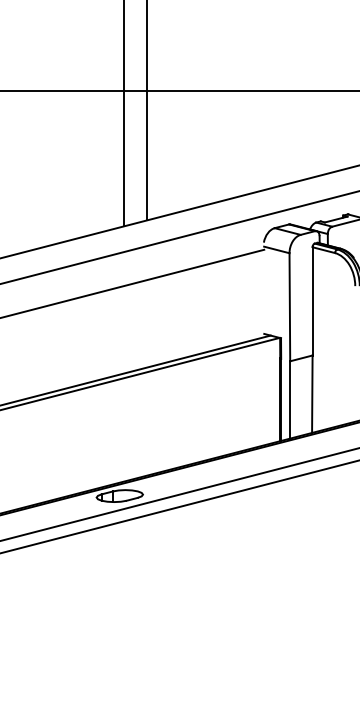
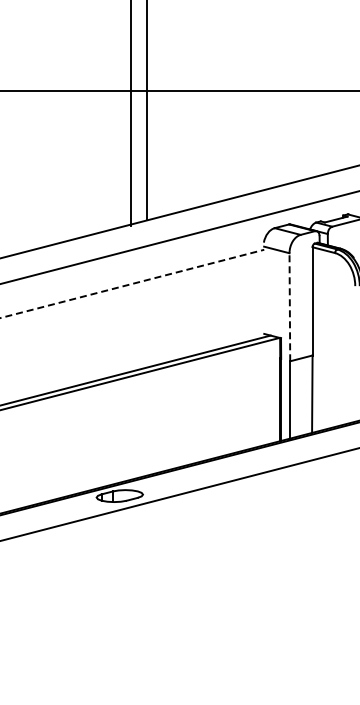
line at (124, 114) position: (124, 114) -> (131, 114)
line at (132, 283): solid -> dashed
line at (289, 306): solid -> dashed
line at (179, 506): present -> none
